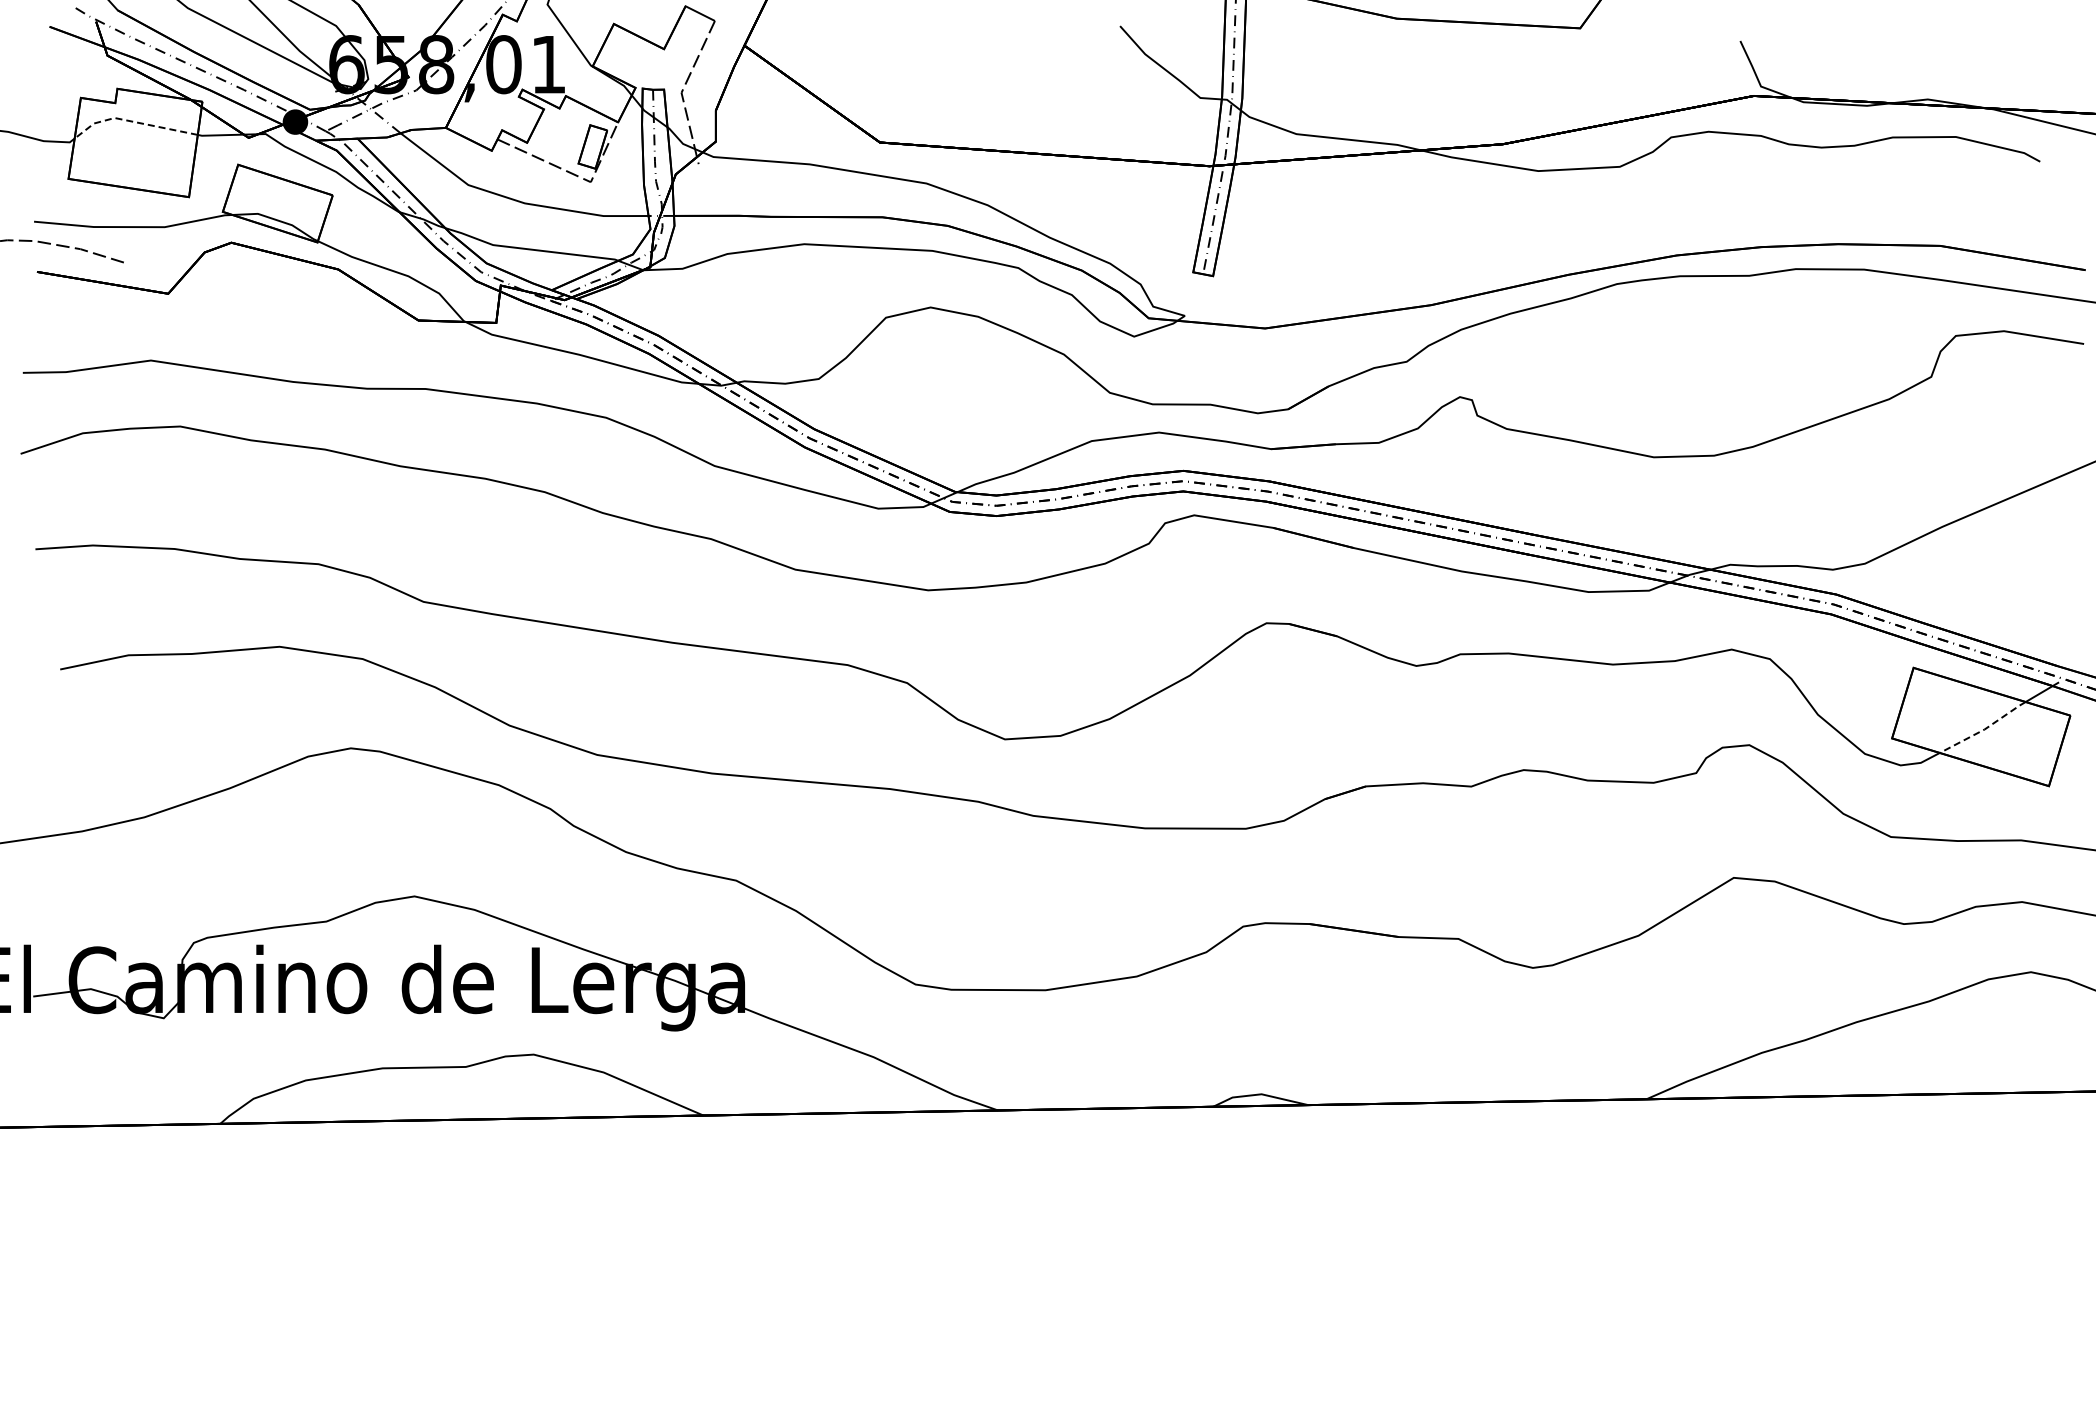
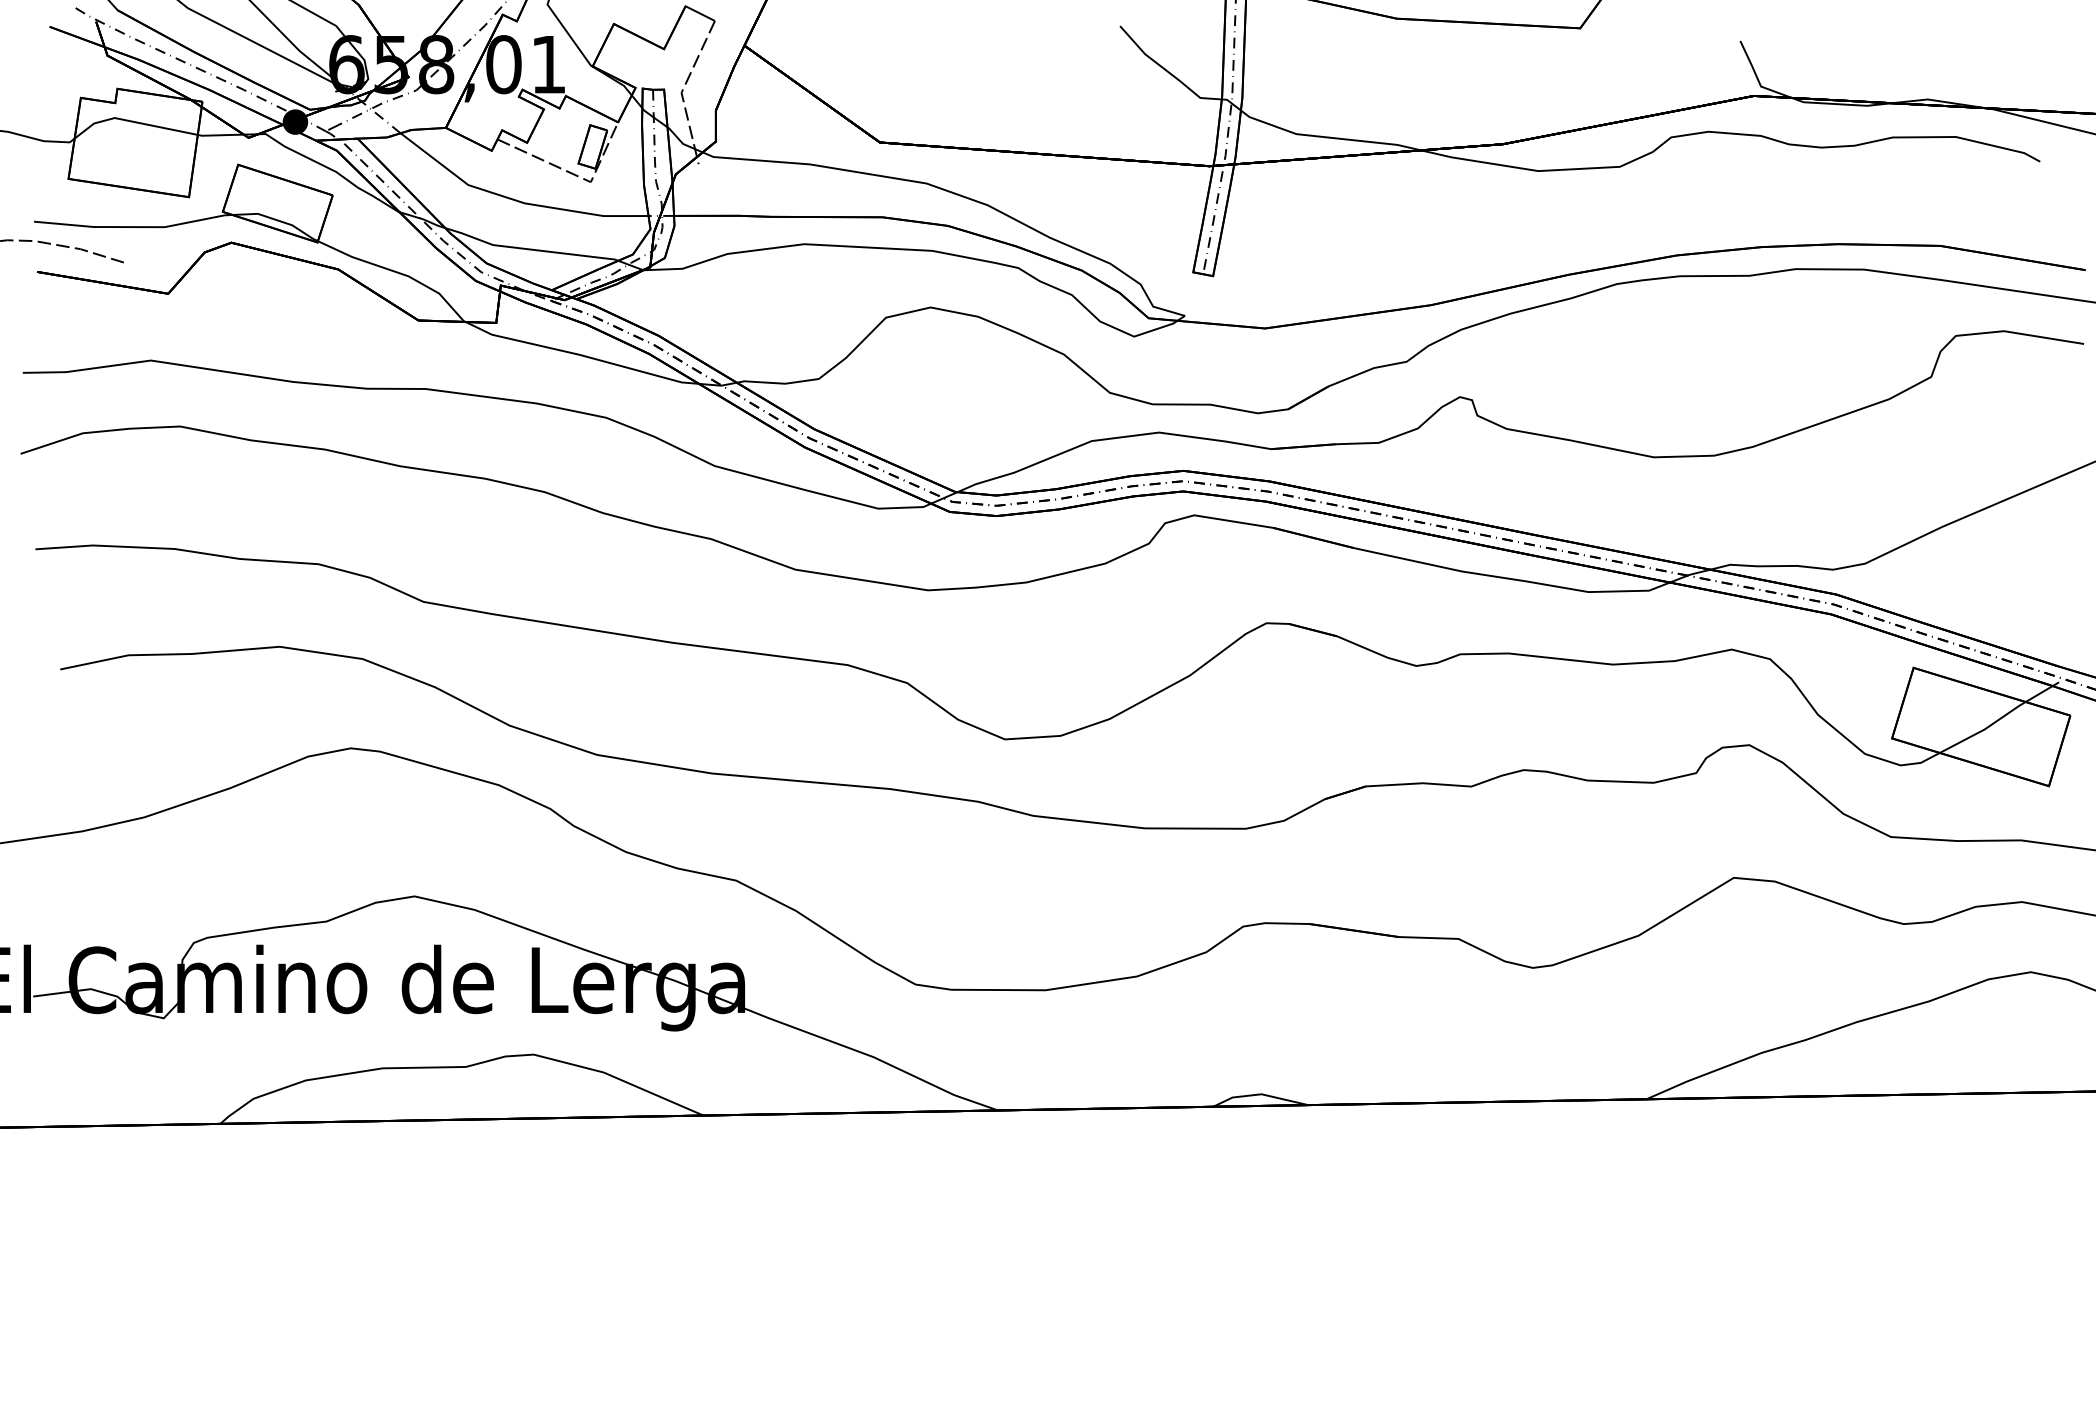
line at (132, 121): dashed -> solid
line at (1984, 729): dashed -> solid
